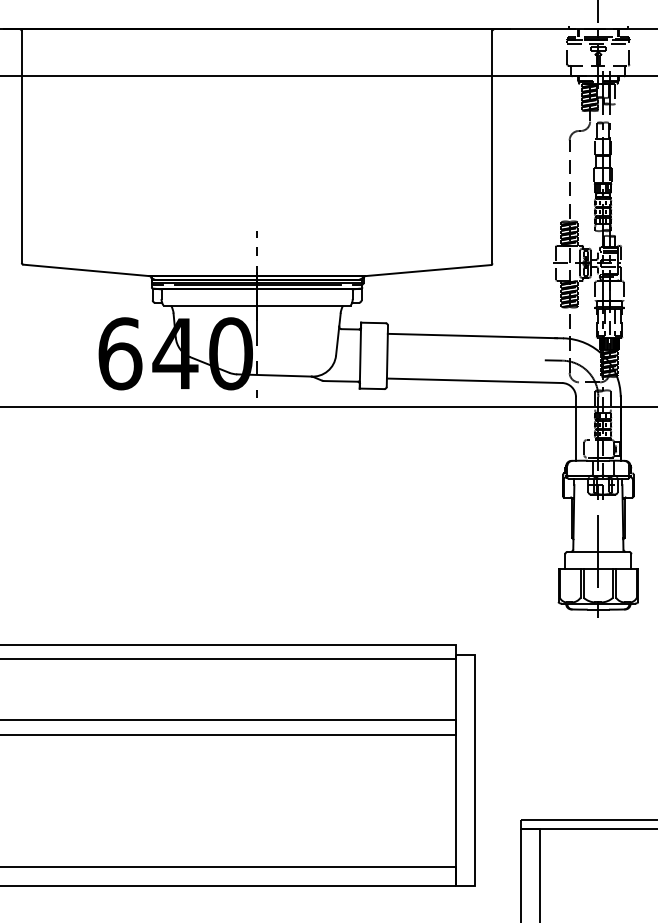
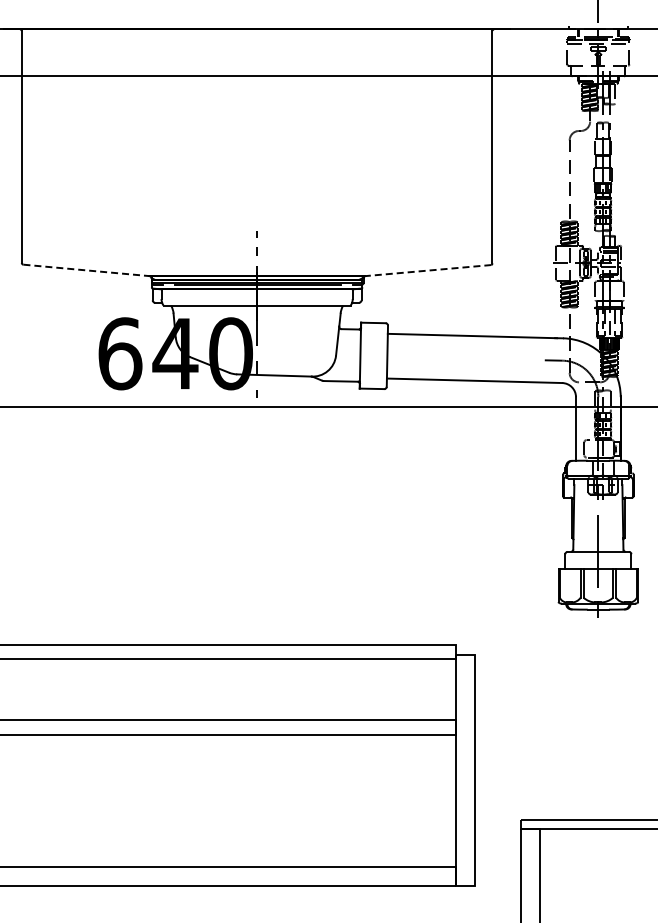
line at (86, 270): solid -> dashed
line at (427, 270): solid -> dashed
